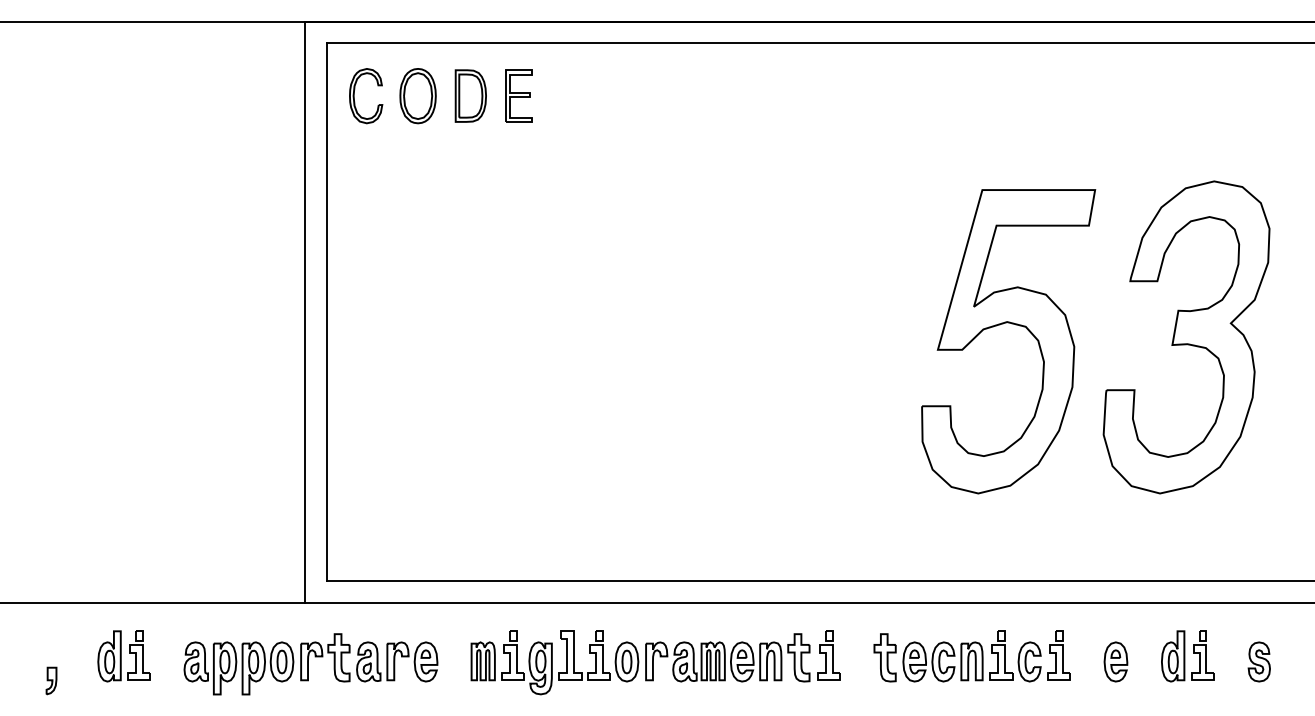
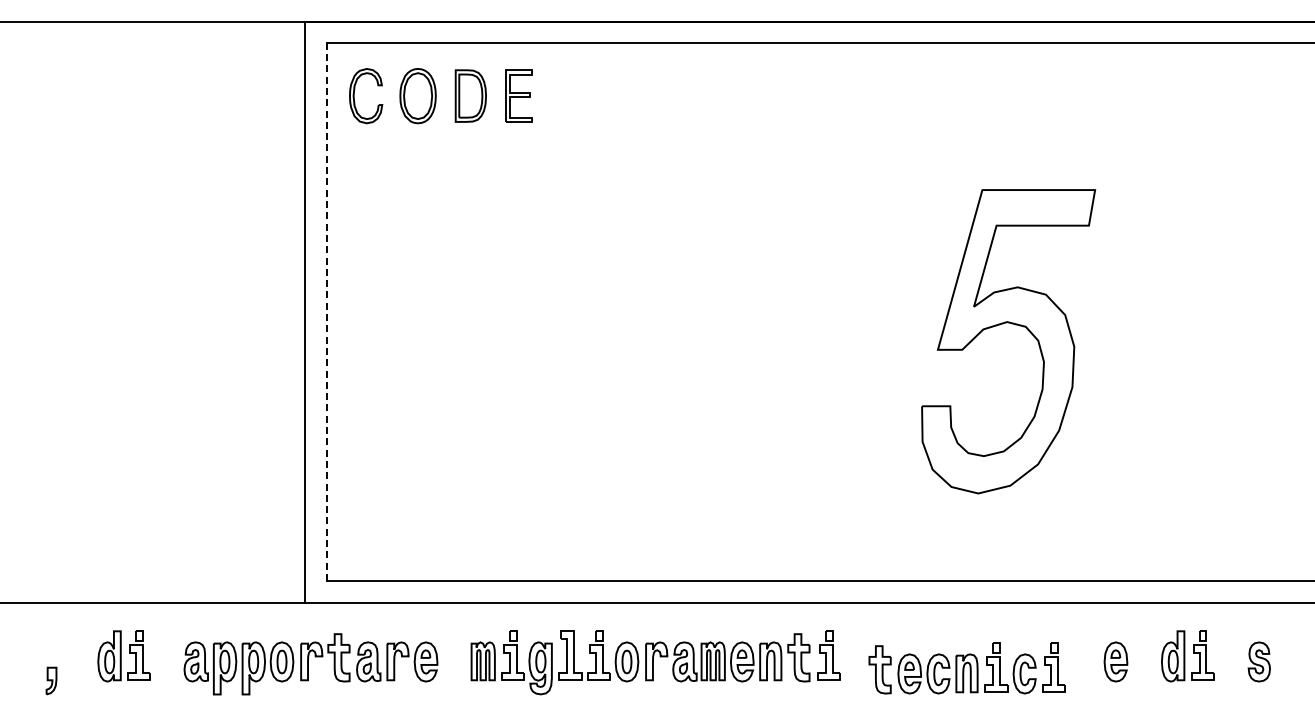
line at (326, 312): solid -> dashed
part at (1186, 337): present -> none
part at (971, 656) position: (971, 656) -> (966, 668)
